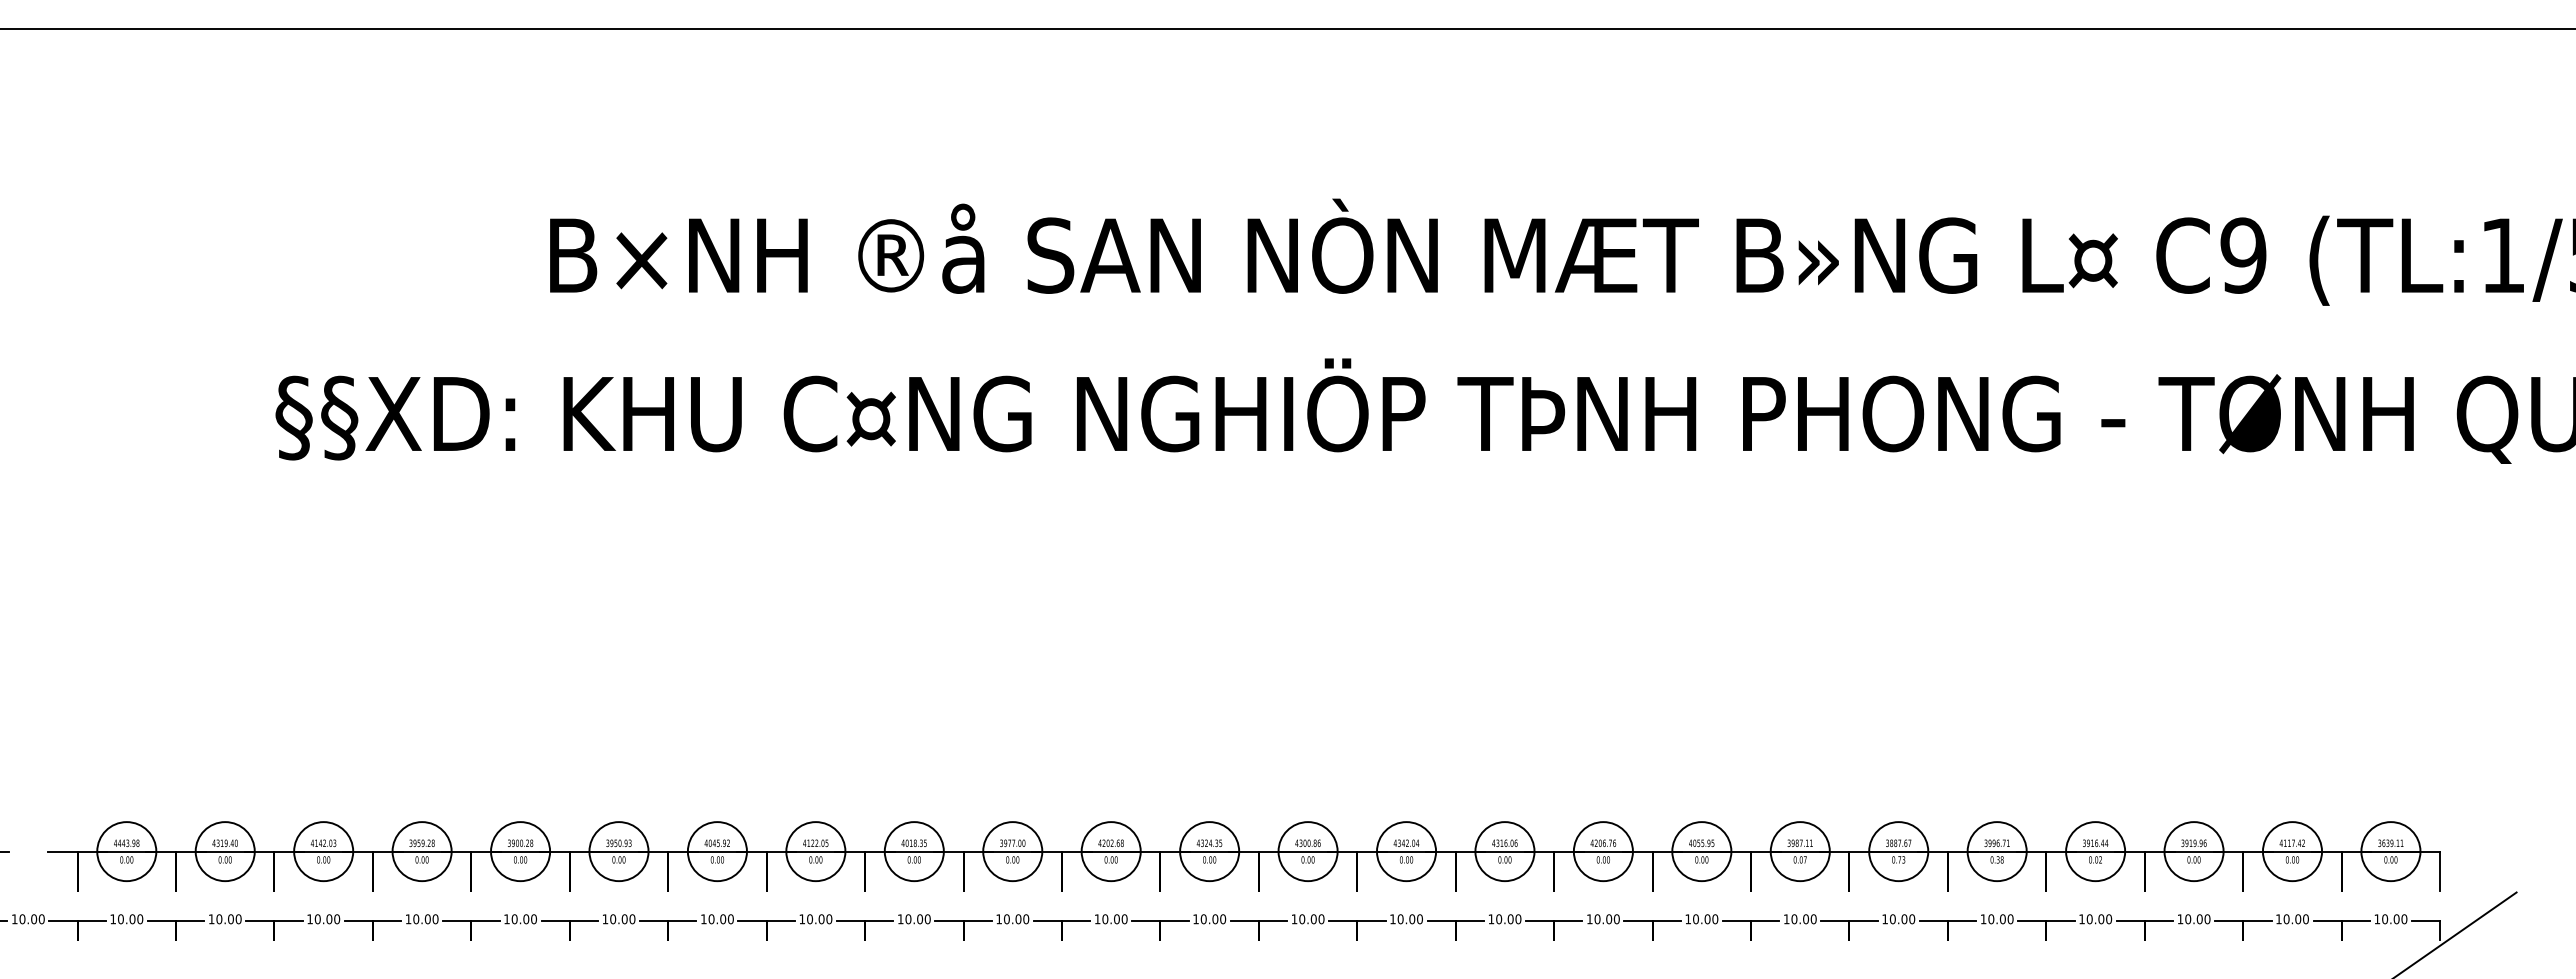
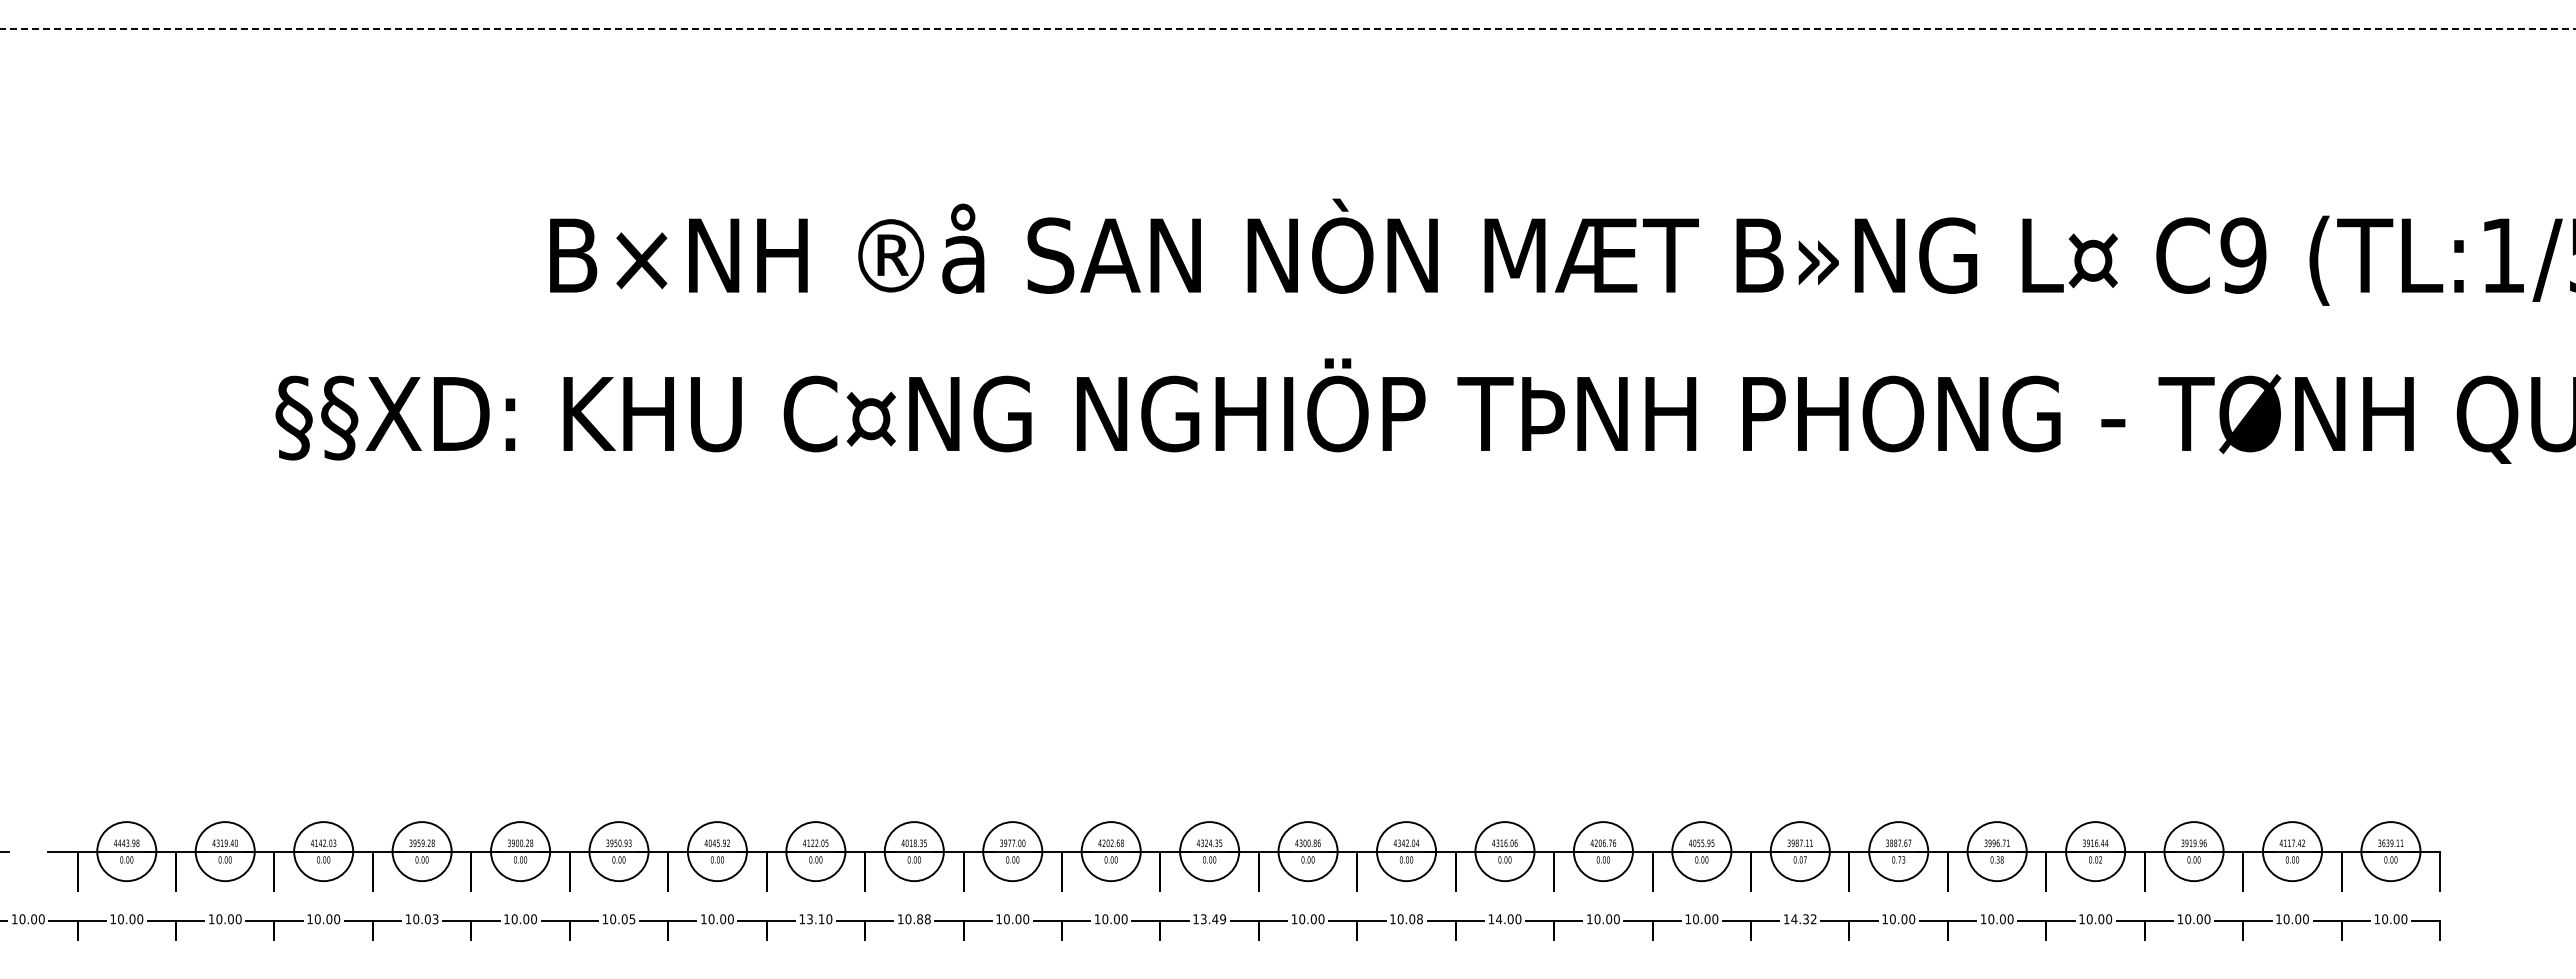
line at (1287, 29): solid -> dashed
text at (1419, 918): 10.00 -> 10.08
text at (435, 919): 10.00 -> 10.03
text at (632, 919): 10.00 -> 10.05
text at (815, 919): 10.00 -> 13.10
text at (923, 919): 10.00 -> 10.88
text at (1212, 919): 10.00 -> 13.49
text at (1498, 919): 10.00 -> 14.00
text at (1803, 919): 10.00 -> 14.32
line at (2456, 933): present -> none
